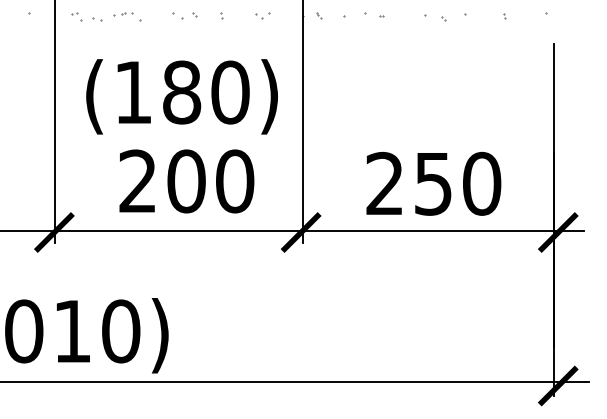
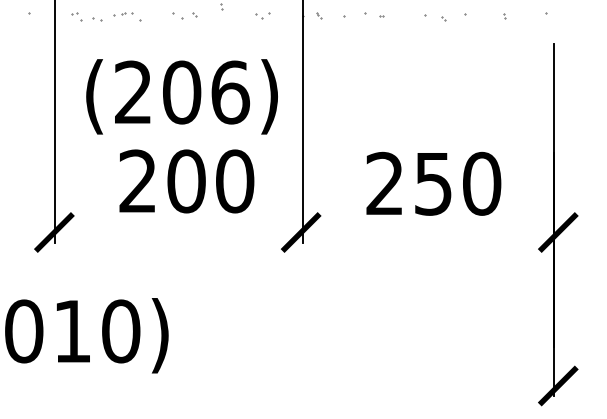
part at (221, 15) position: (221, 15) -> (221, 6)
text at (182, 92): (180) -> (206)
line at (292, 231): present -> none
line at (295, 382): present -> none
